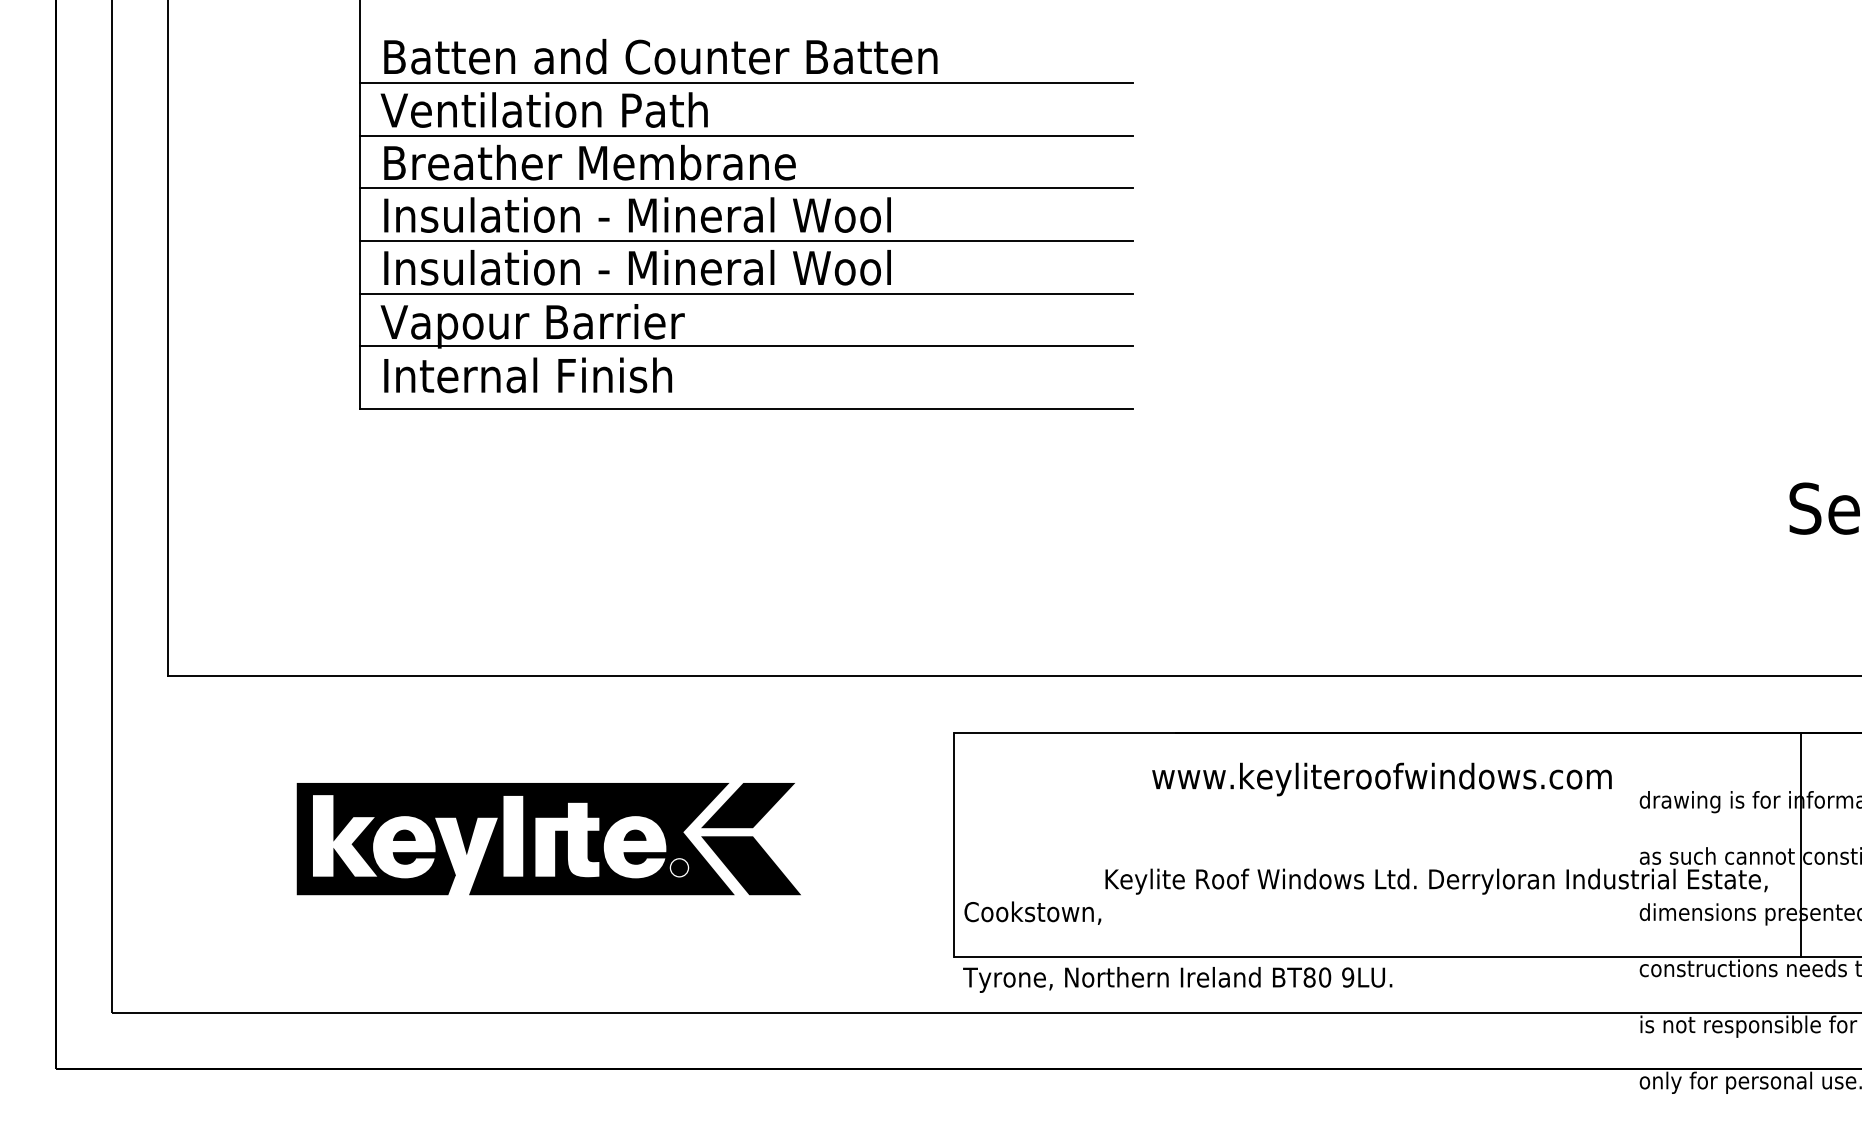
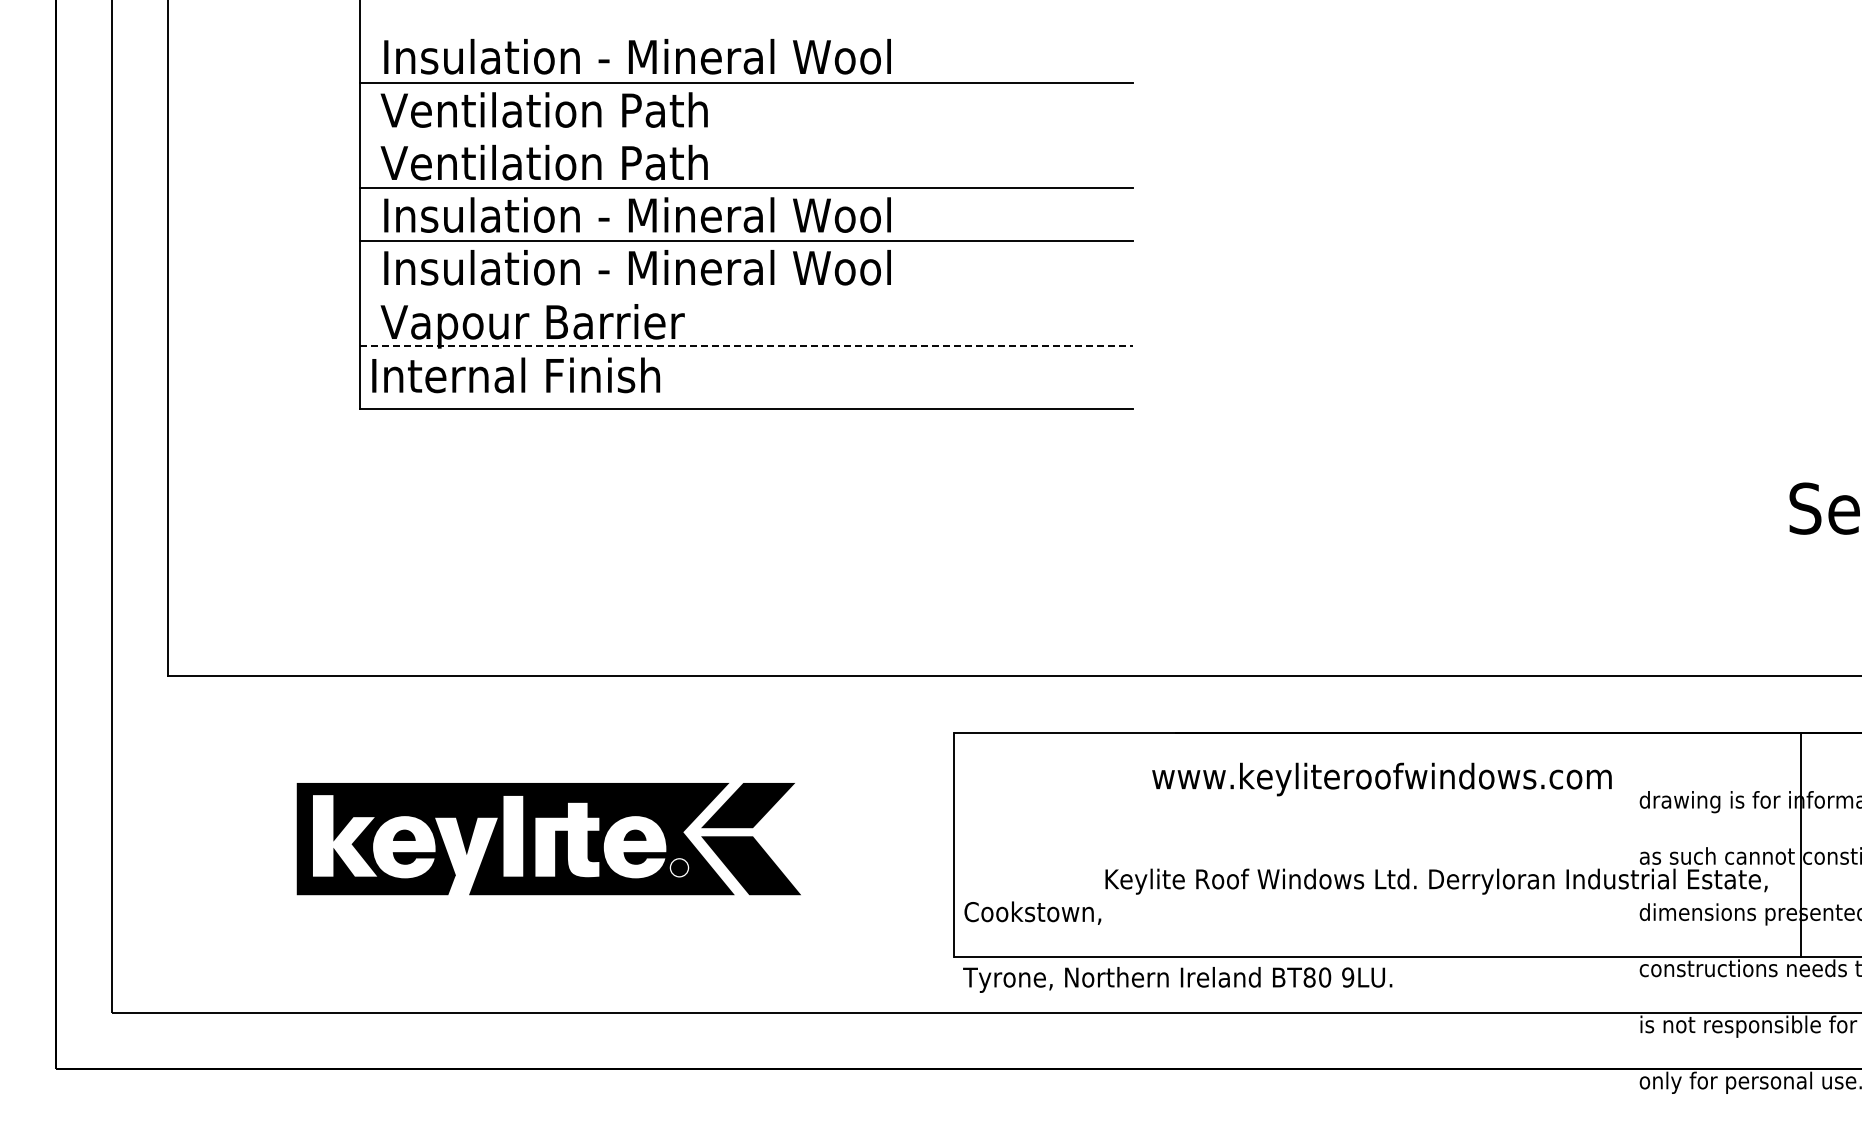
text at (662, 56): Batten and Counter Batten -> Insulation - Mineral Wool
line at (746, 135): present -> none
text at (587, 162): Breather Membrane -> Ventilation Path
line at (746, 293): present -> none
line at (747, 346): solid -> dashed
text at (528, 375) position: (528, 375) -> (516, 375)
